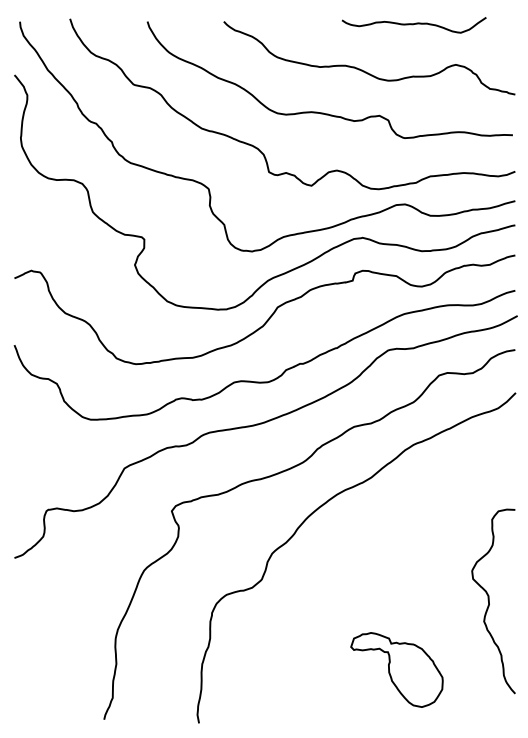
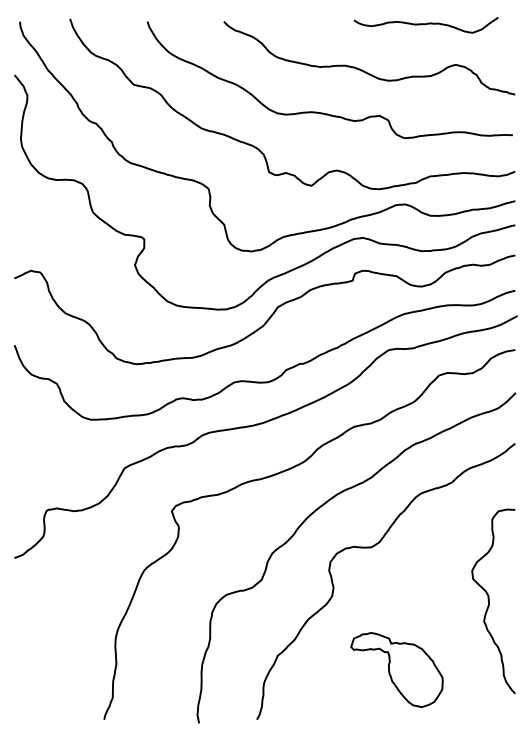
curve at (413, 25) position: (413, 25) -> (425, 25)
curve at (371, 548): none -> present
